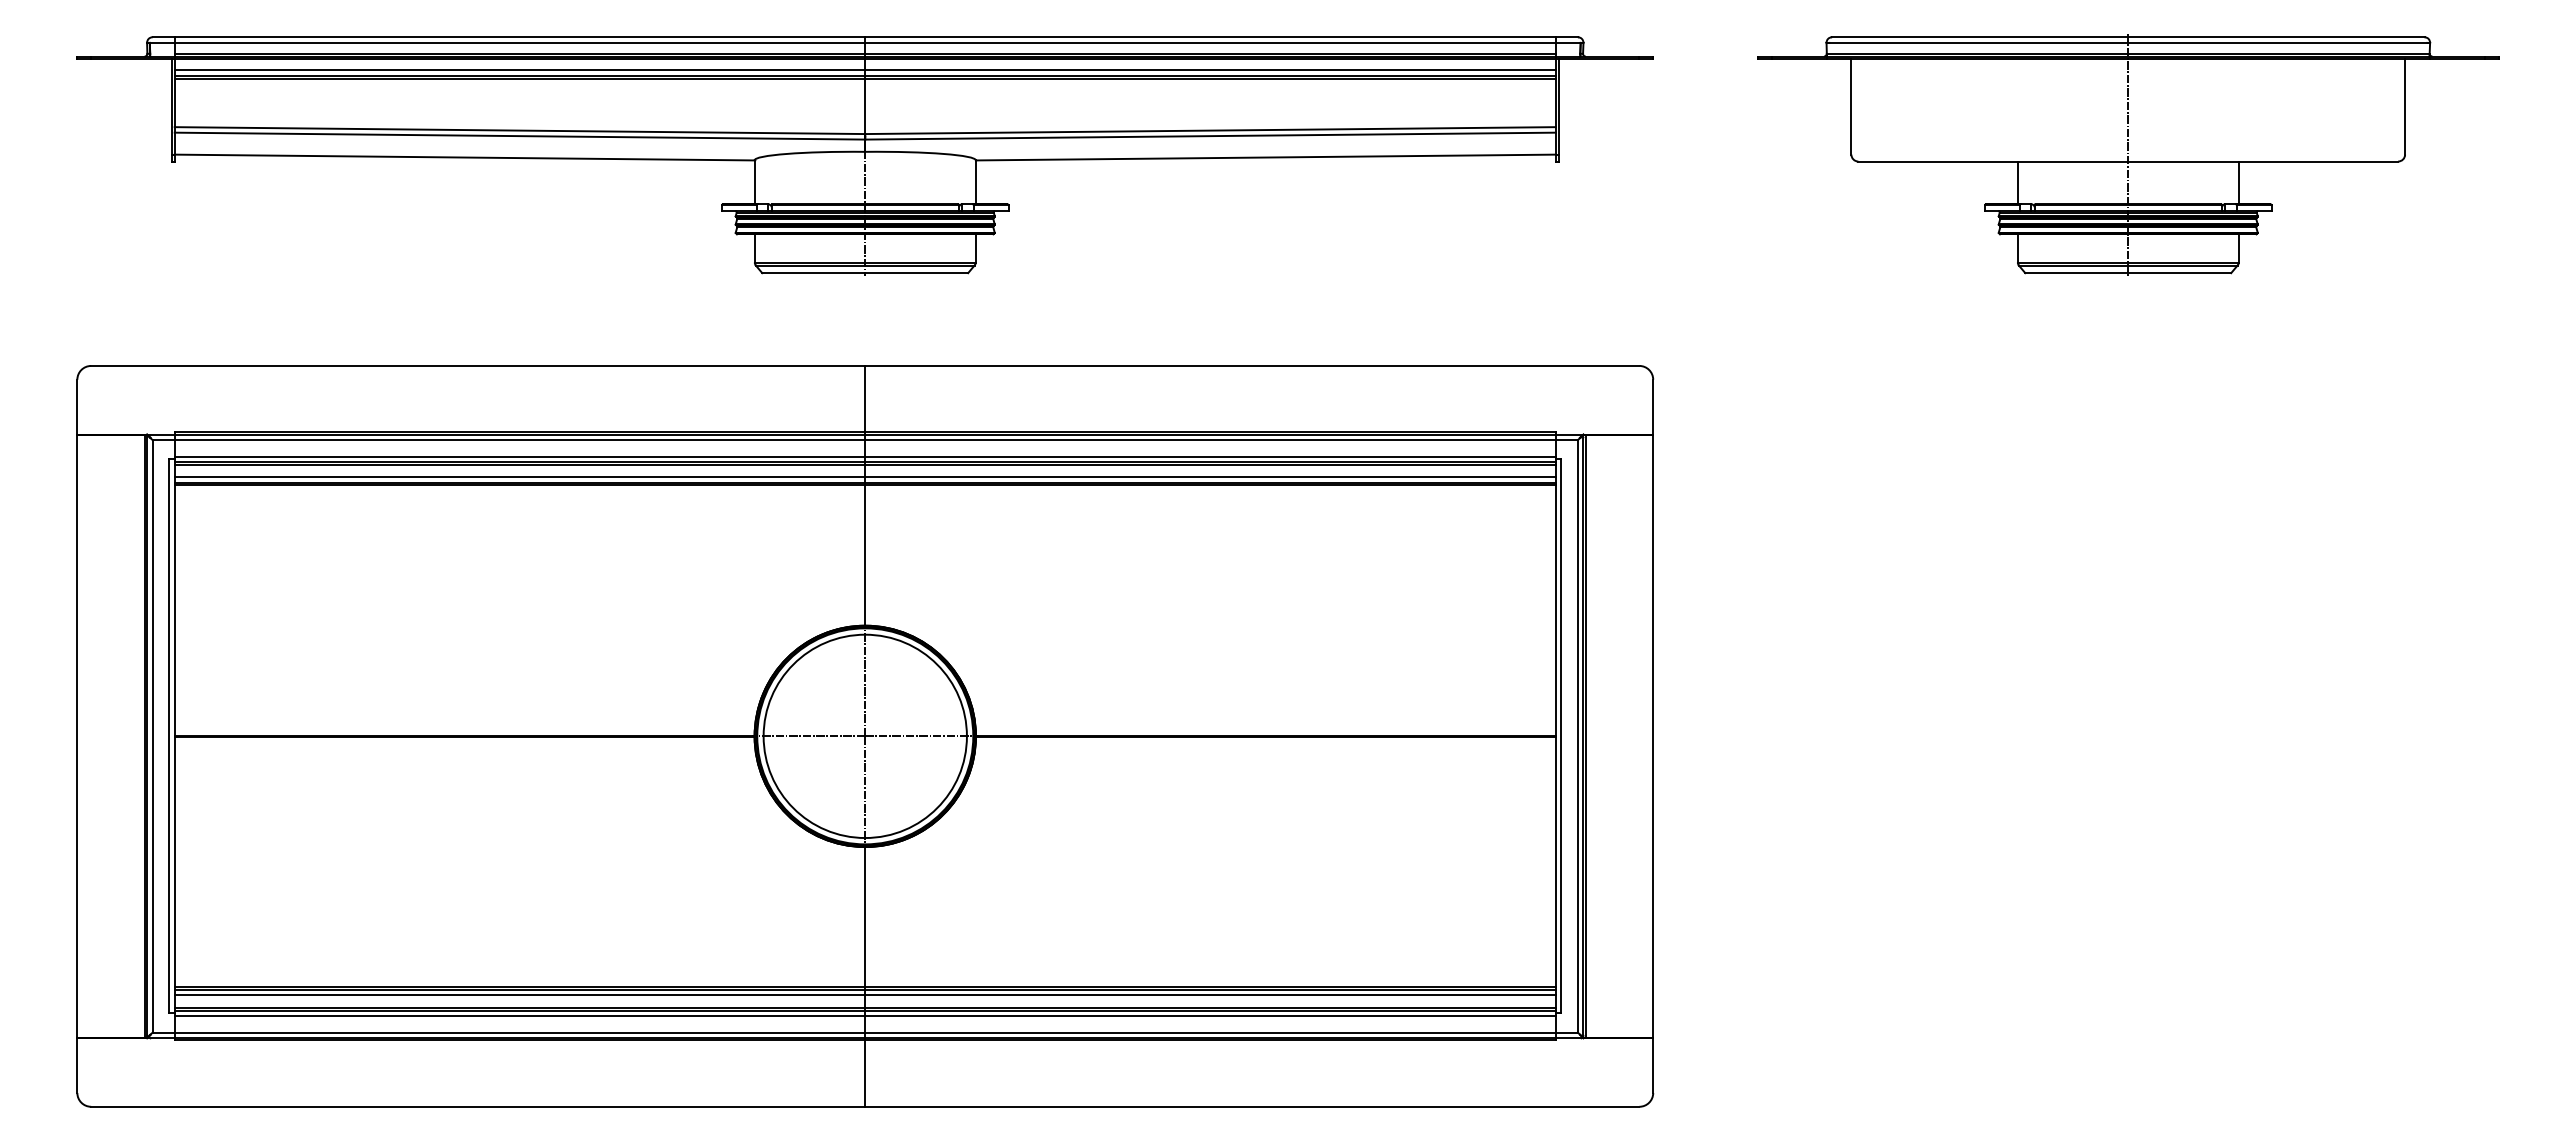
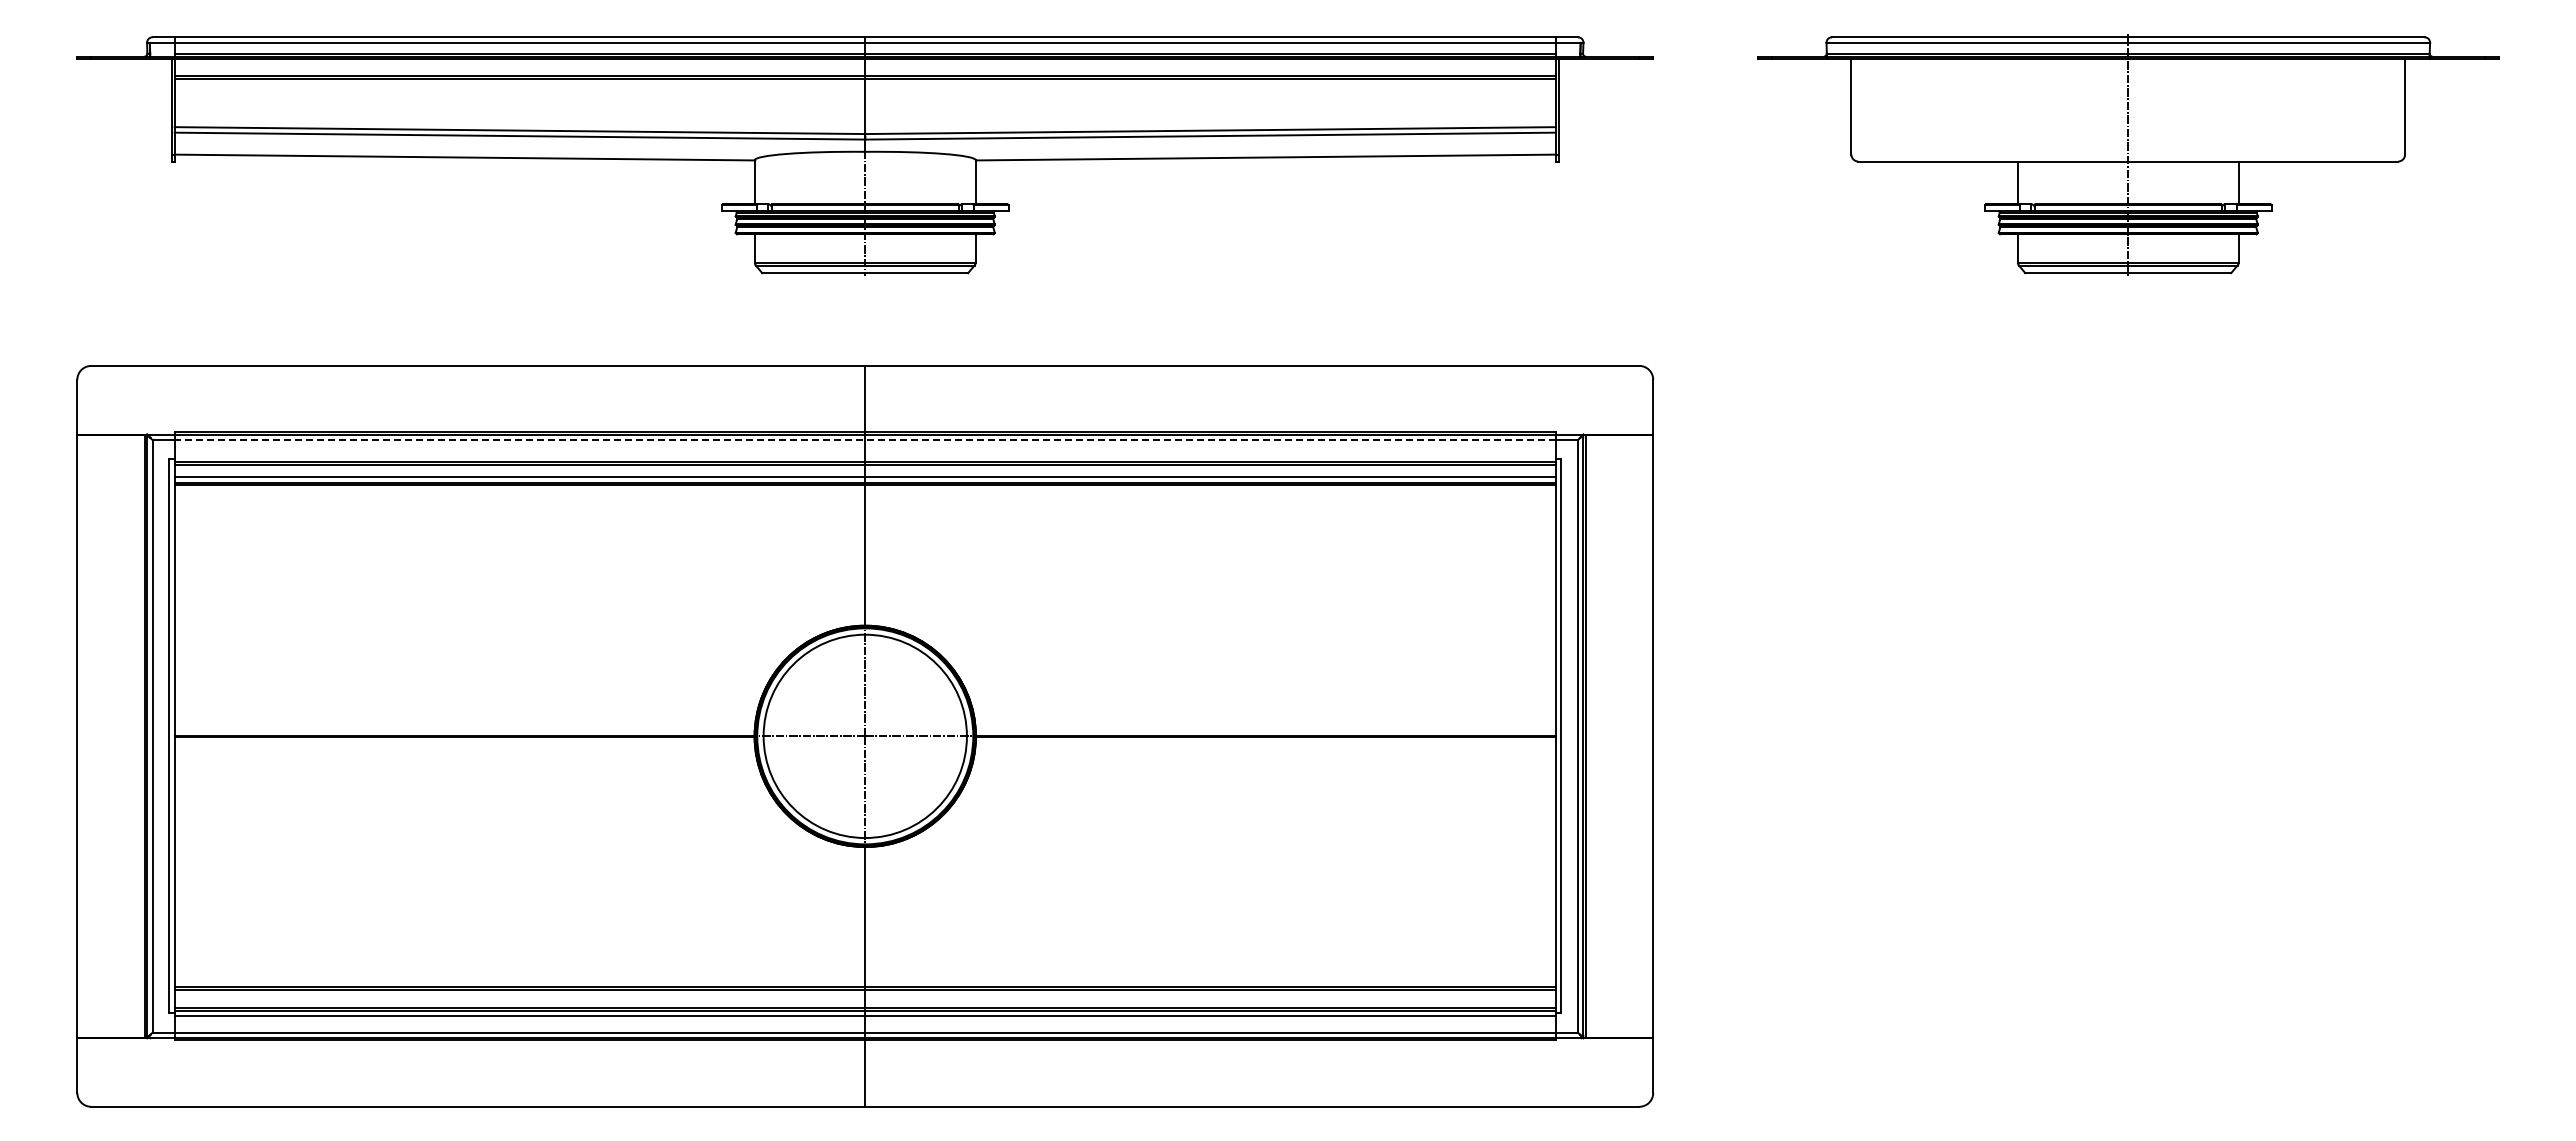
line at (864, 70): present -> none
line at (865, 440): solid -> dashed
line at (864, 456): present -> none
line at (864, 995): present -> none
